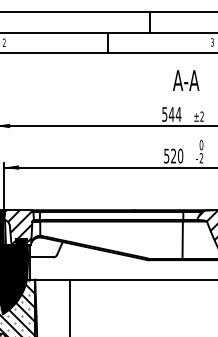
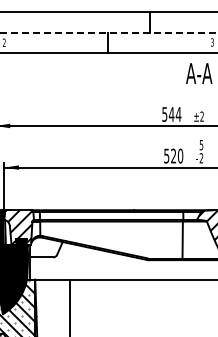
line at (109, 32): solid -> dashed
text at (186, 80) position: (186, 80) -> (199, 73)
text at (201, 145): 0 -> 5
